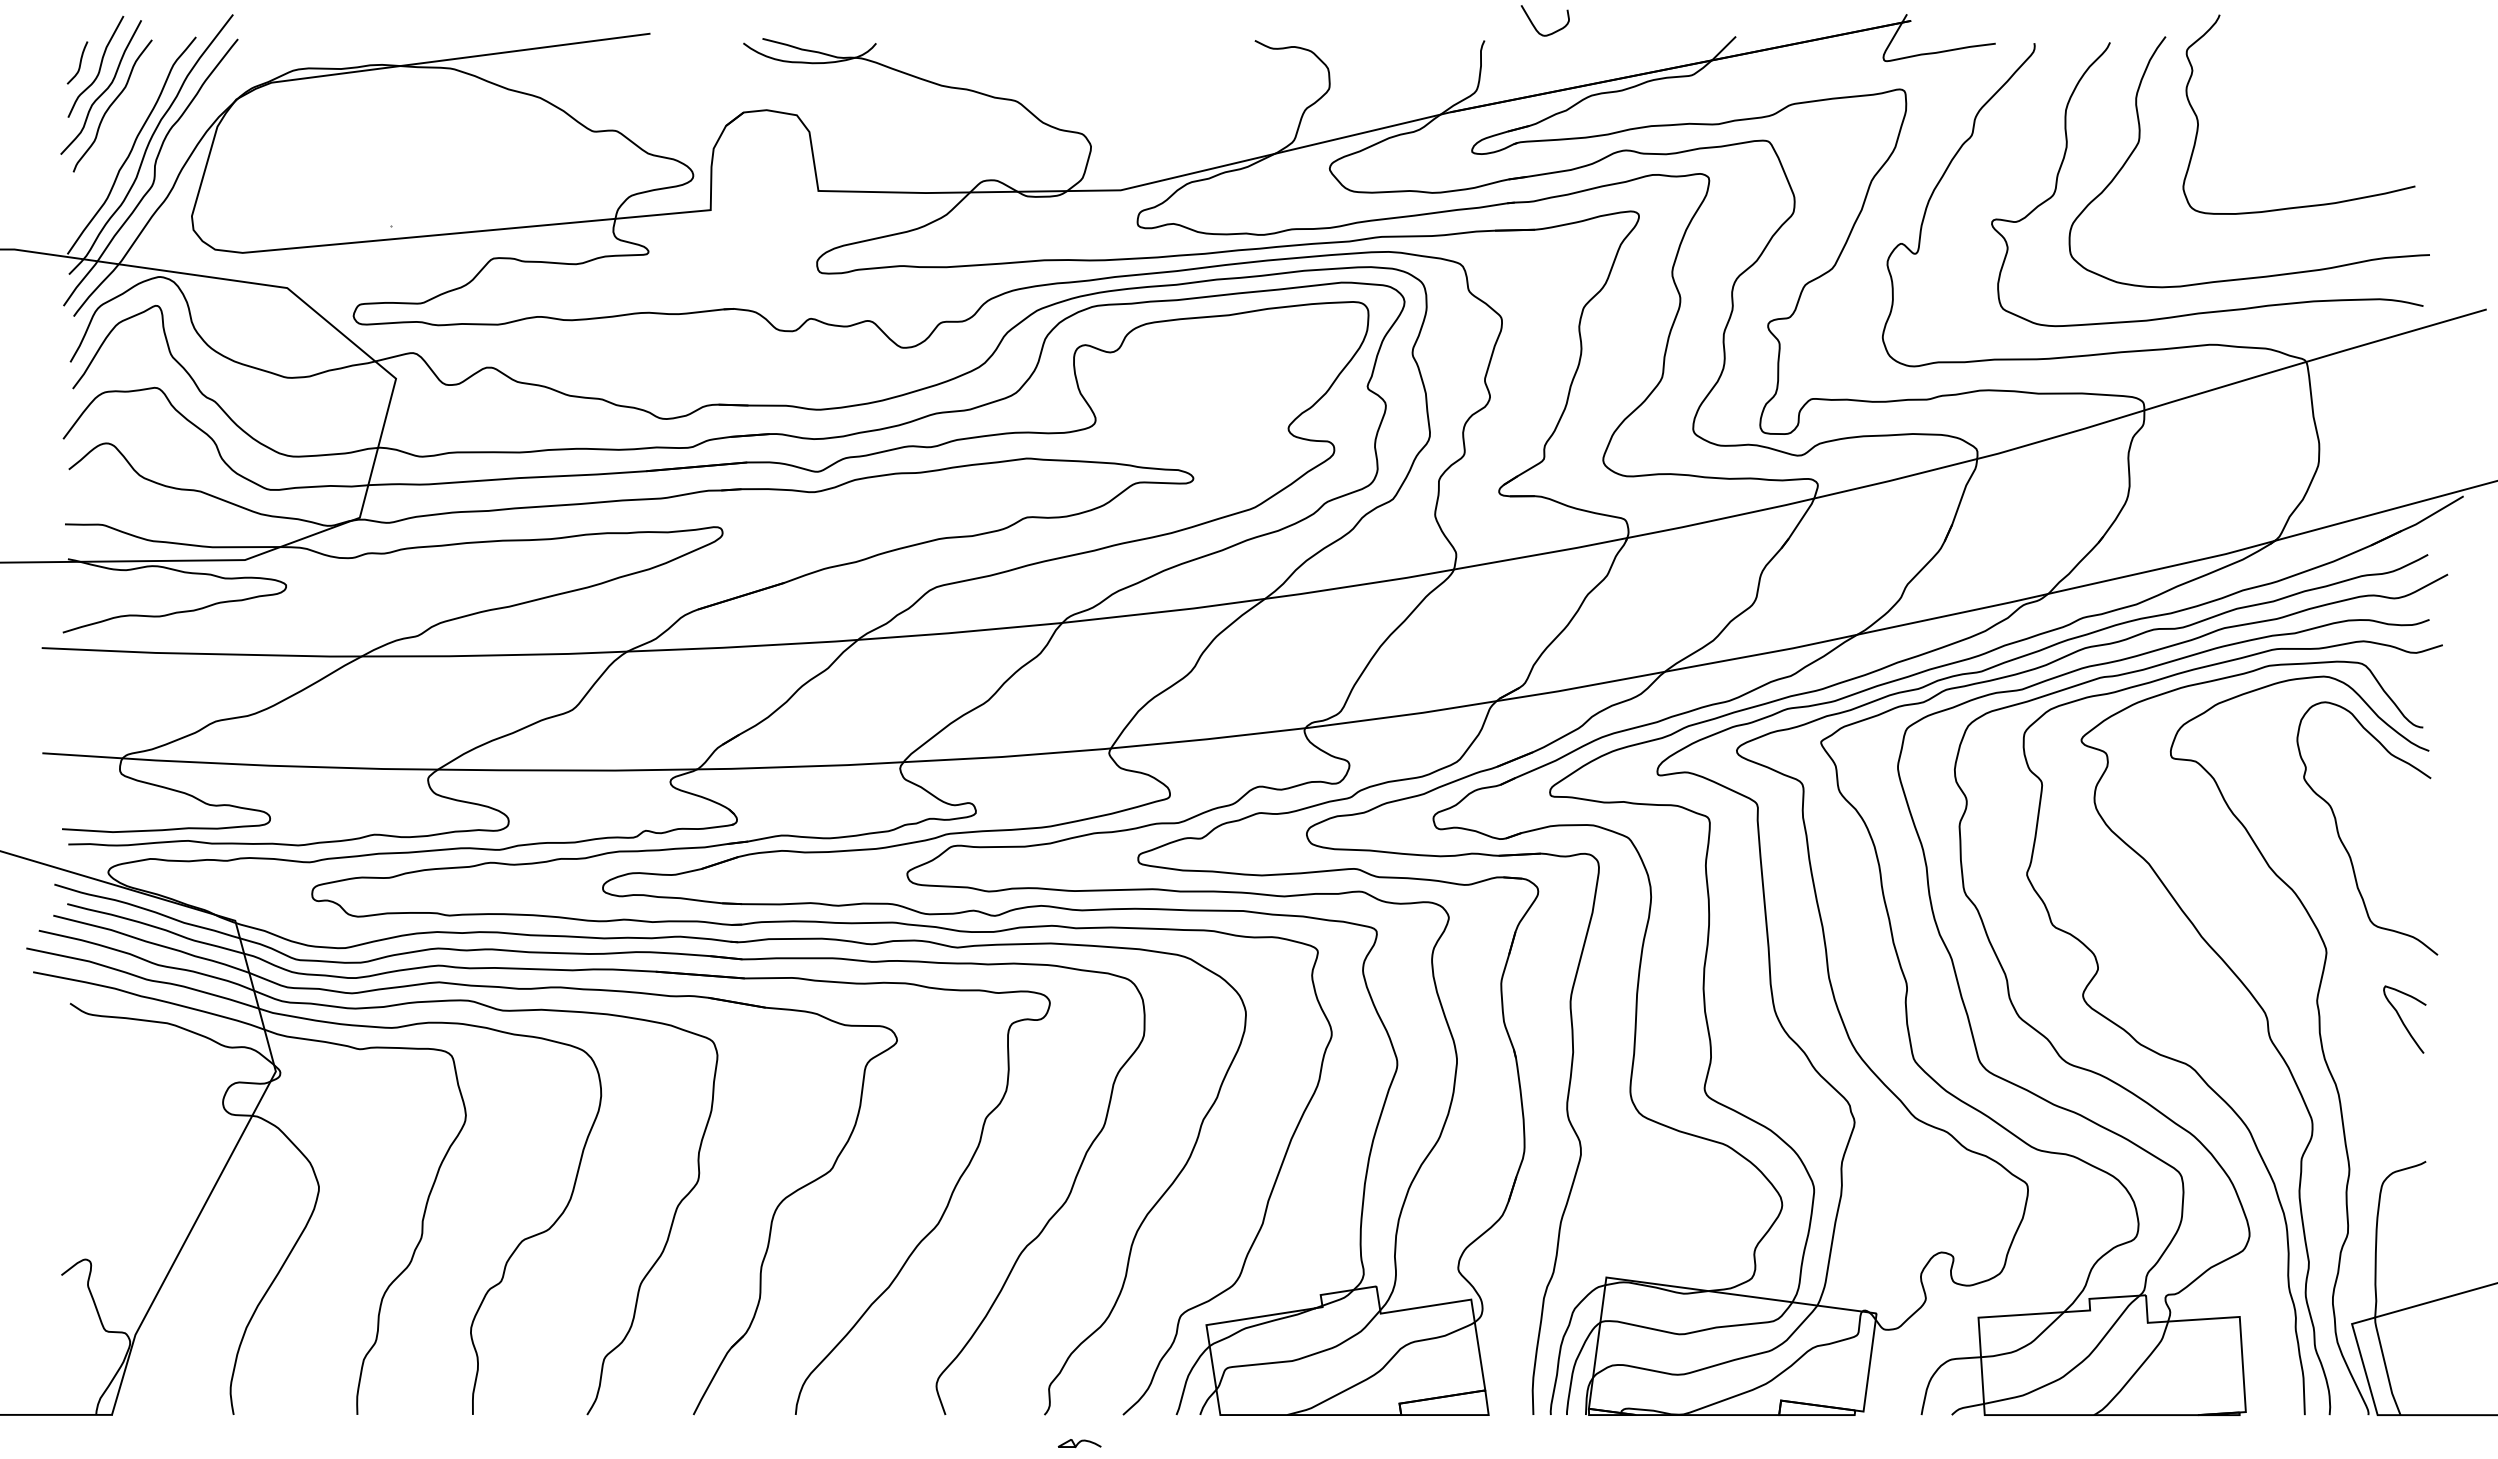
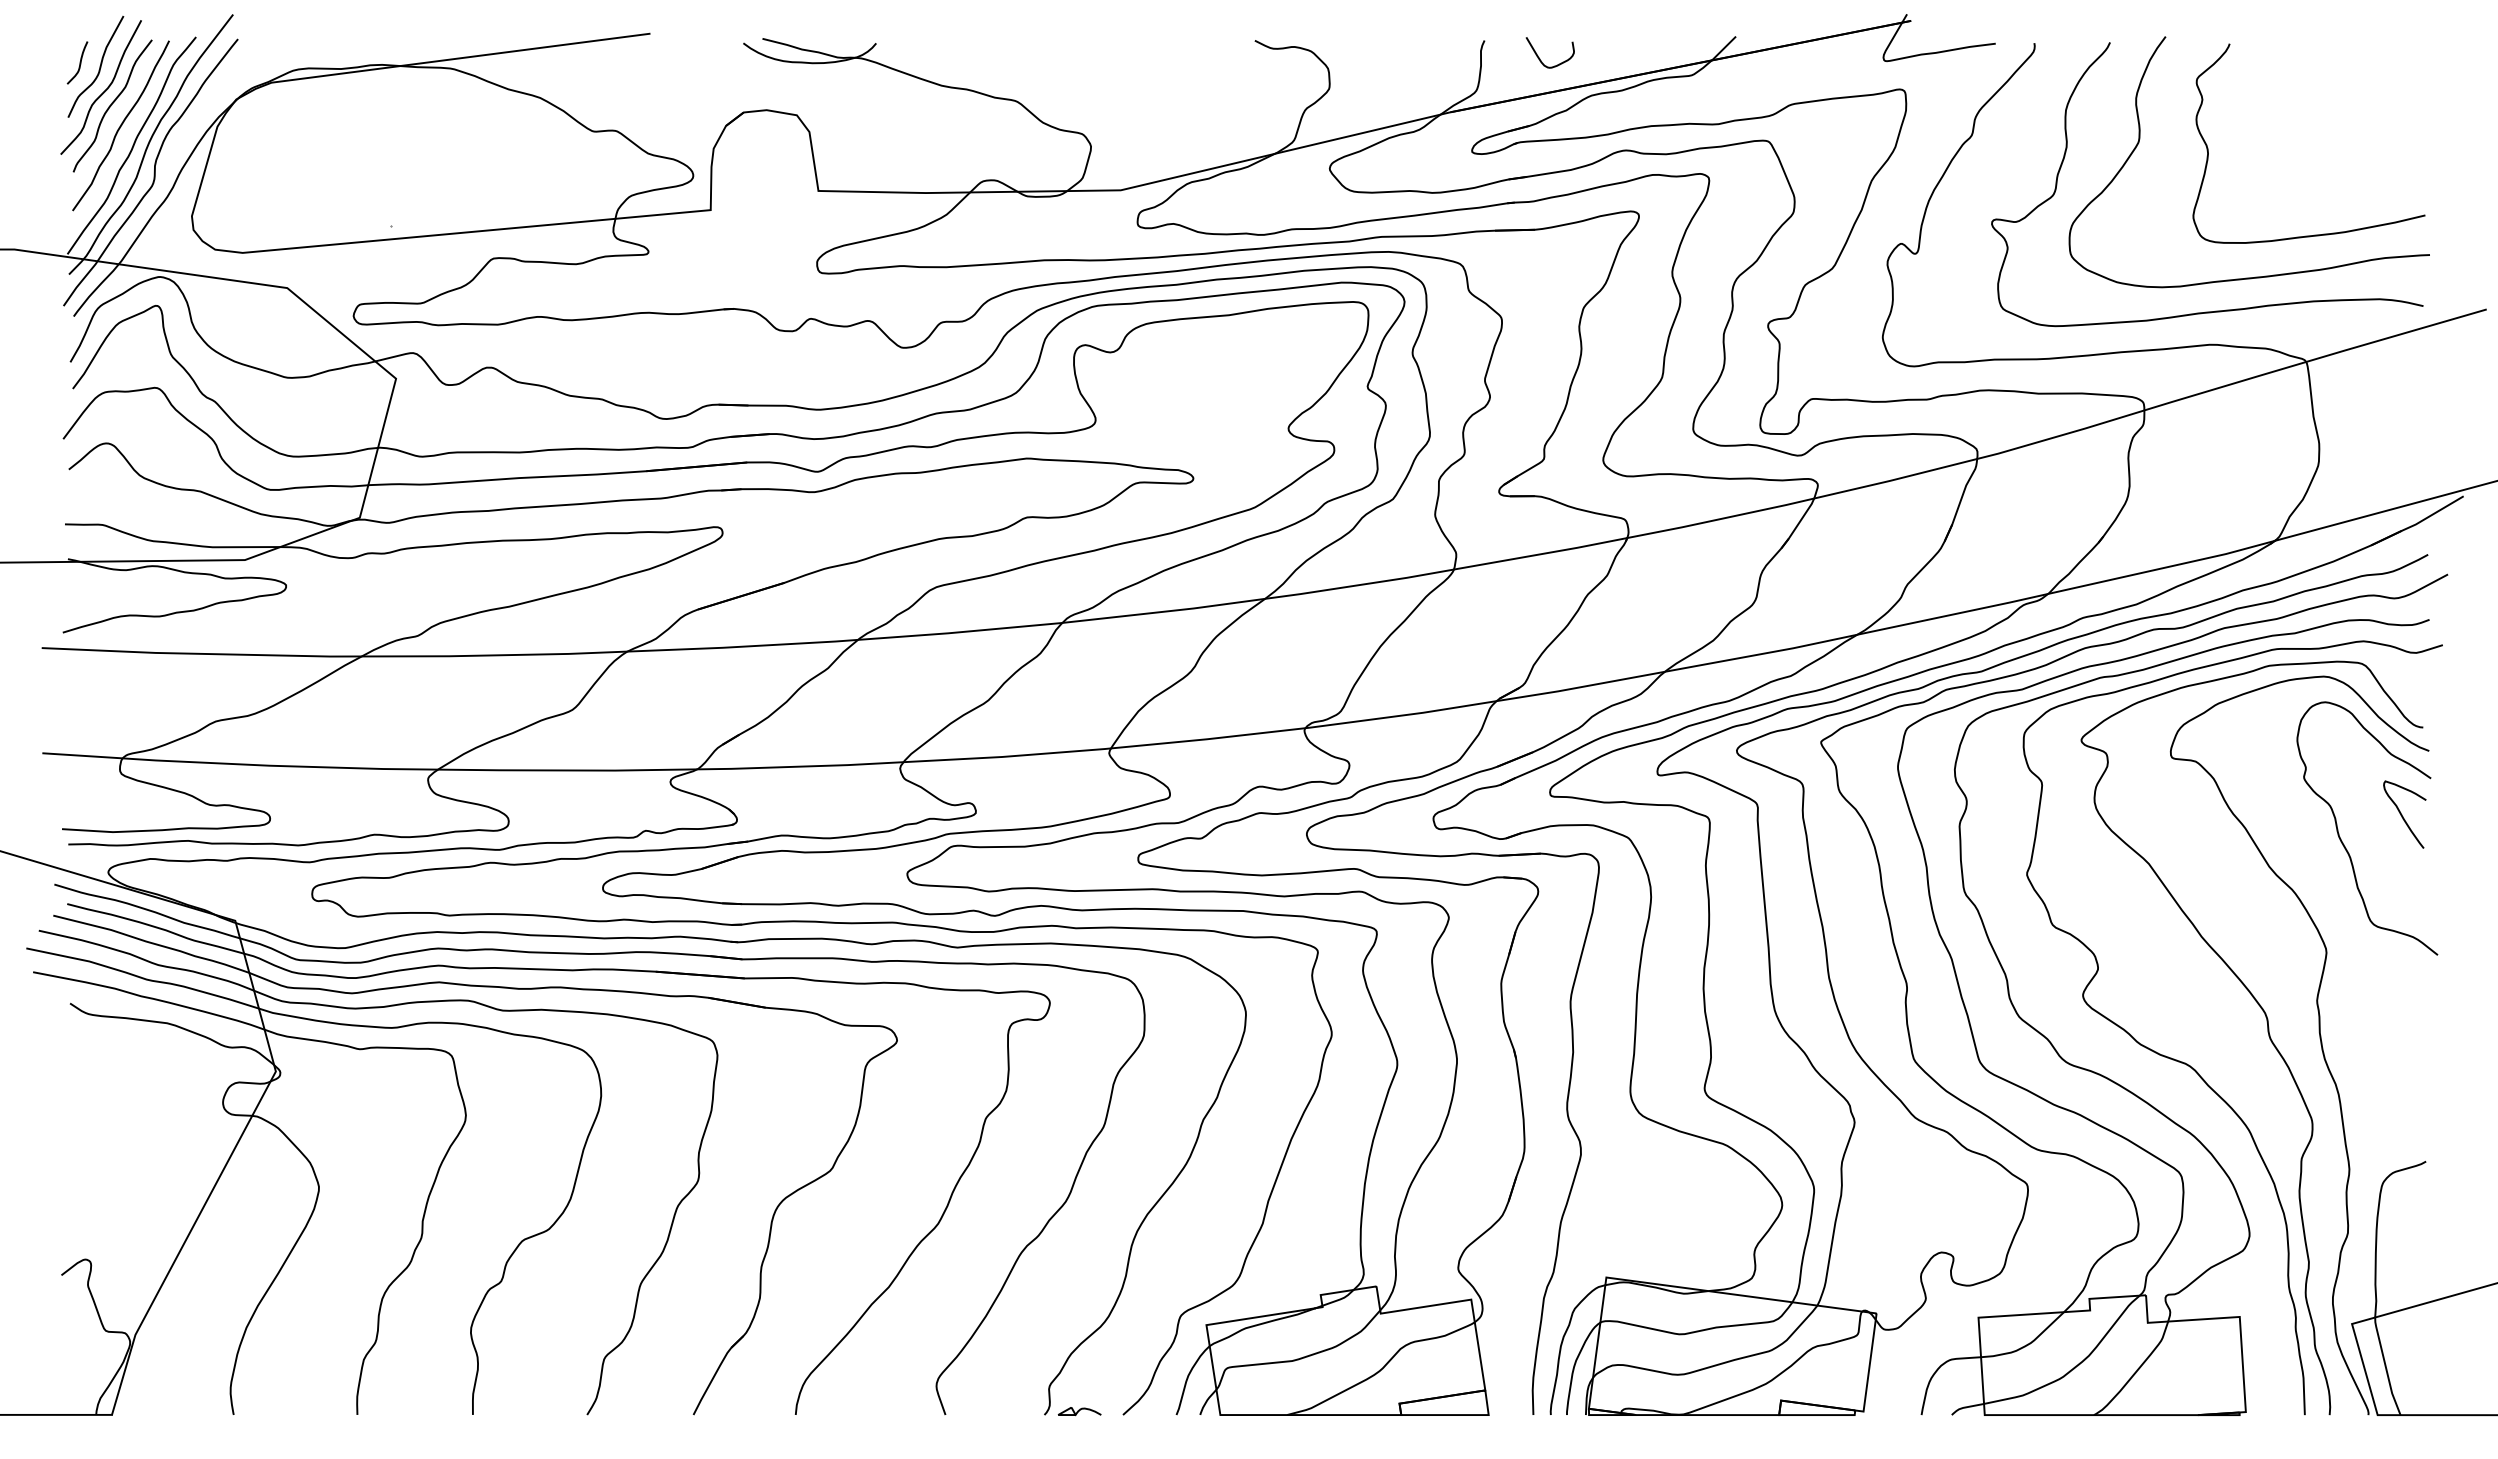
curve at (1535, 26) position: (1535, 26) -> (1540, 58)
curve at (120, 125): none -> present
curve at (2304, 205) position: (2304, 205) -> (2314, 234)
curve at (2402, 1019) position: (2402, 1019) -> (2402, 814)
part at (1079, 1443) position: (1079, 1443) -> (1079, 1411)
